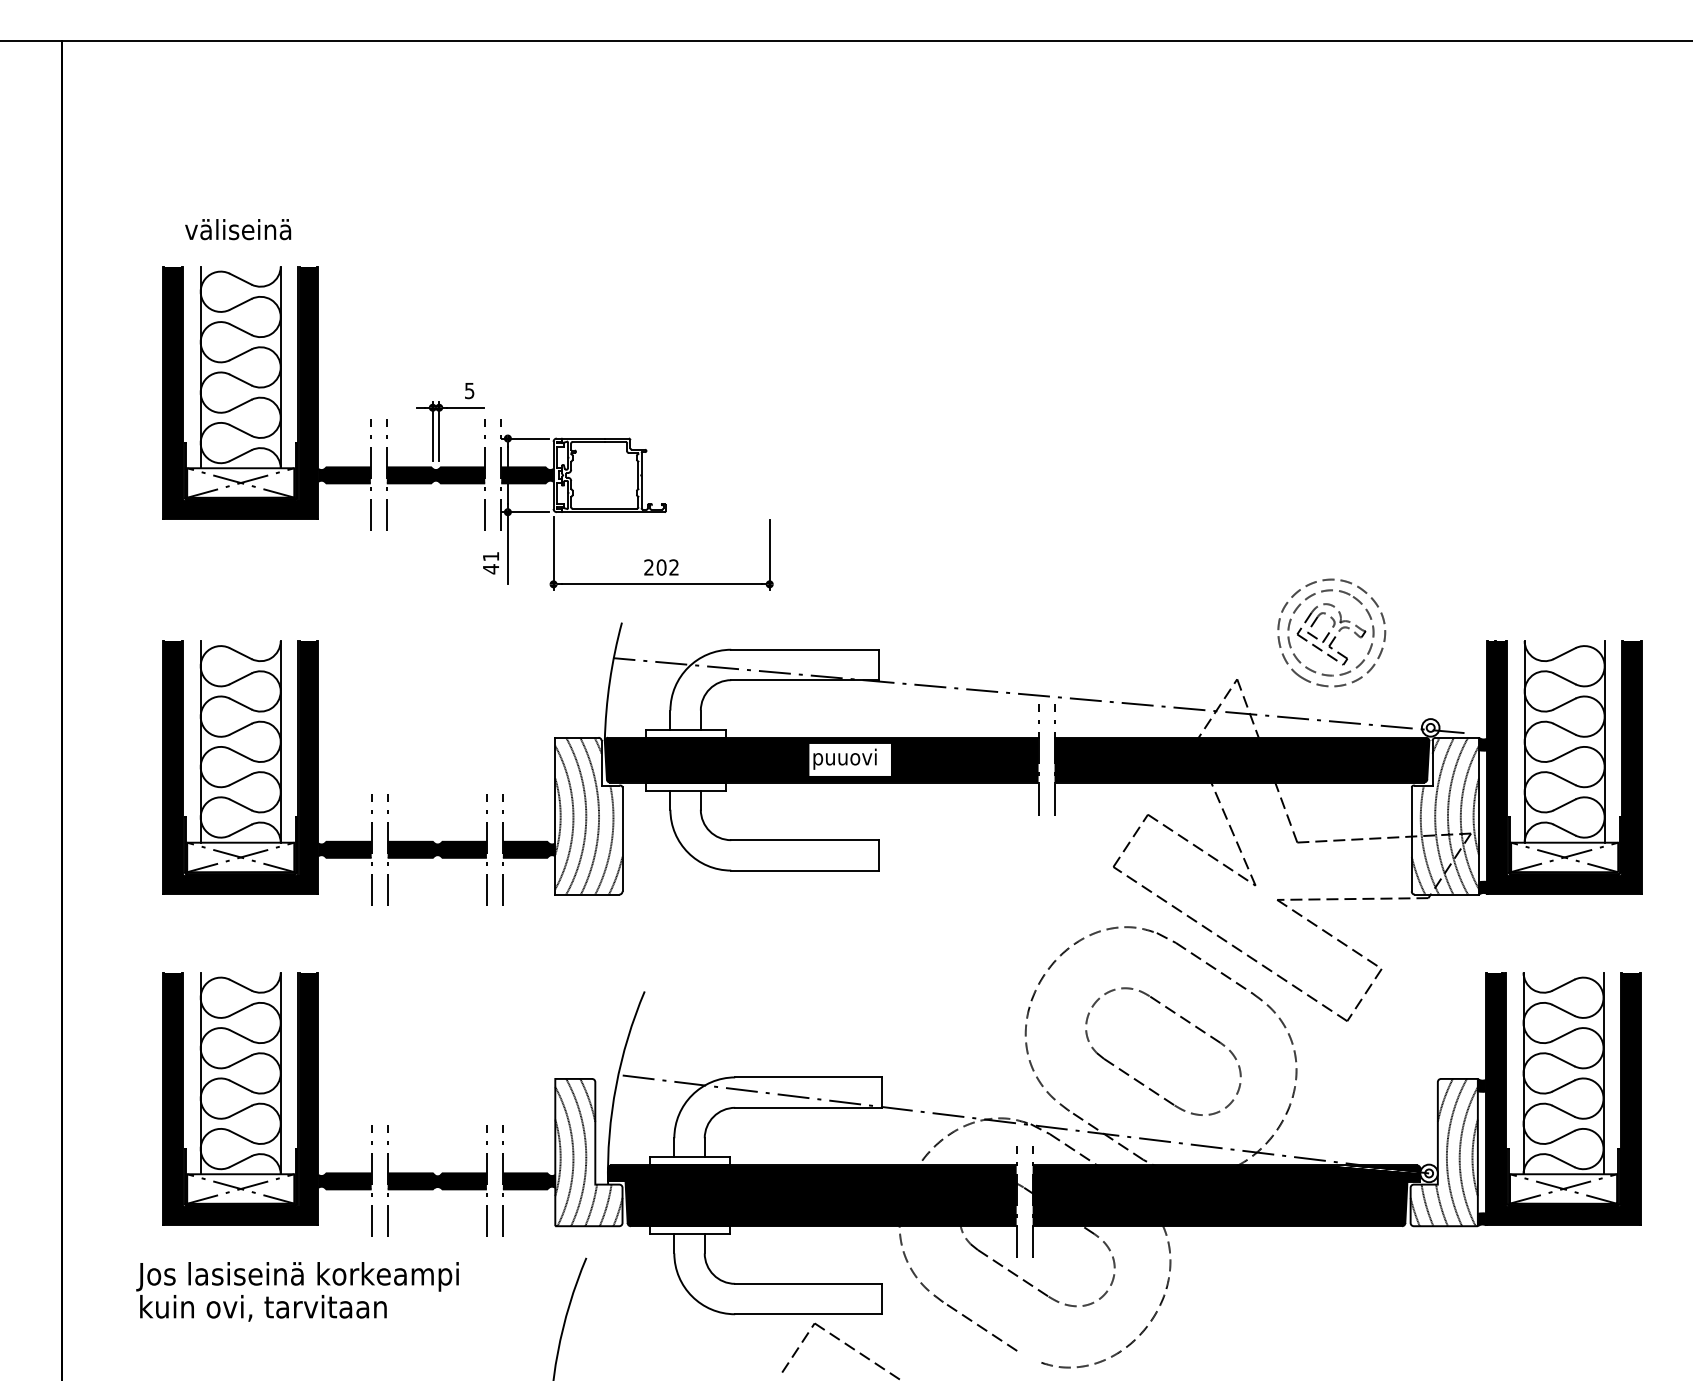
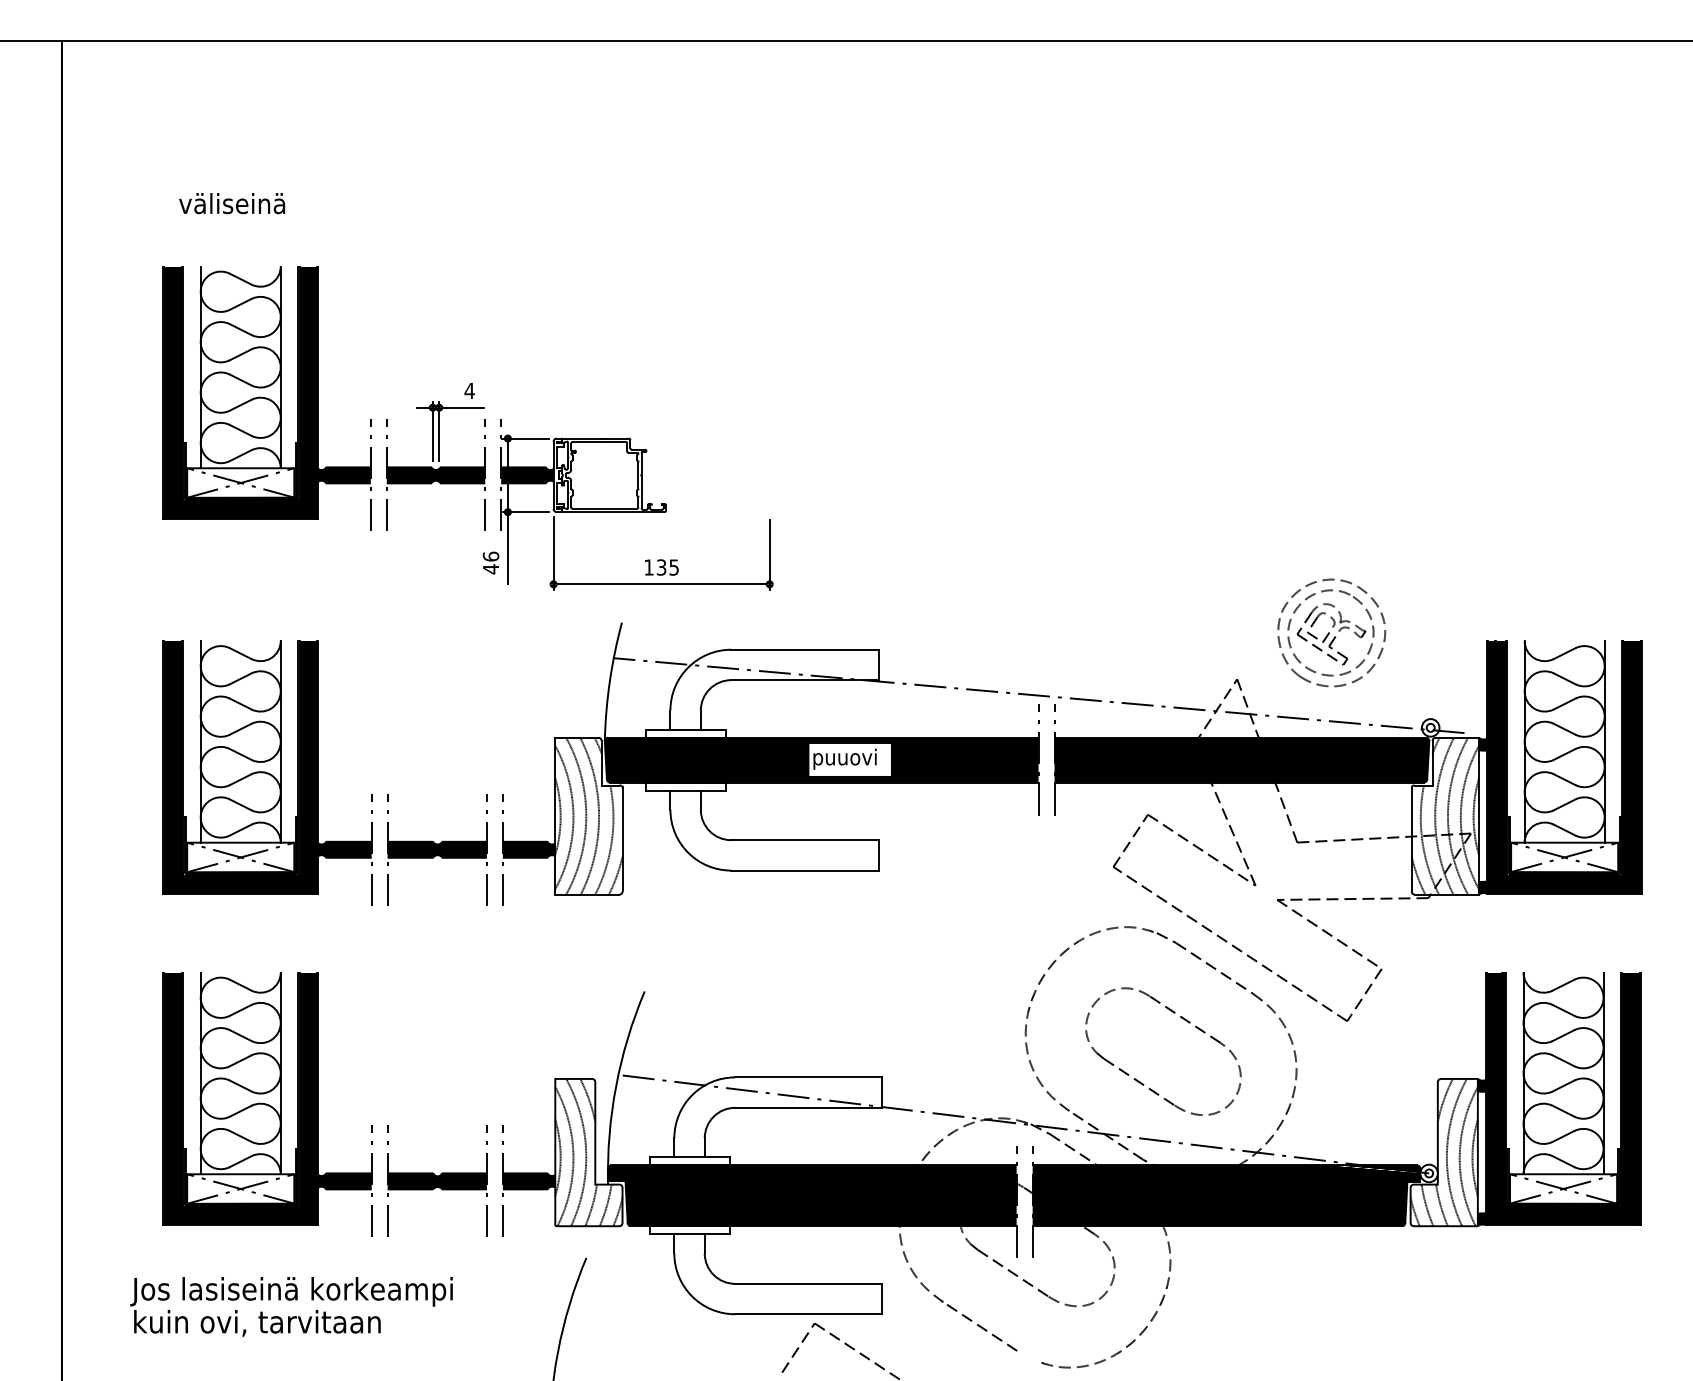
text at (238, 229) position: (238, 229) -> (232, 203)
text at (469, 391): 5 -> 4
text at (490, 556): 41 -> 46
text at (661, 567): 202 -> 135
text at (297, 1291) position: (297, 1291) -> (291, 1306)
